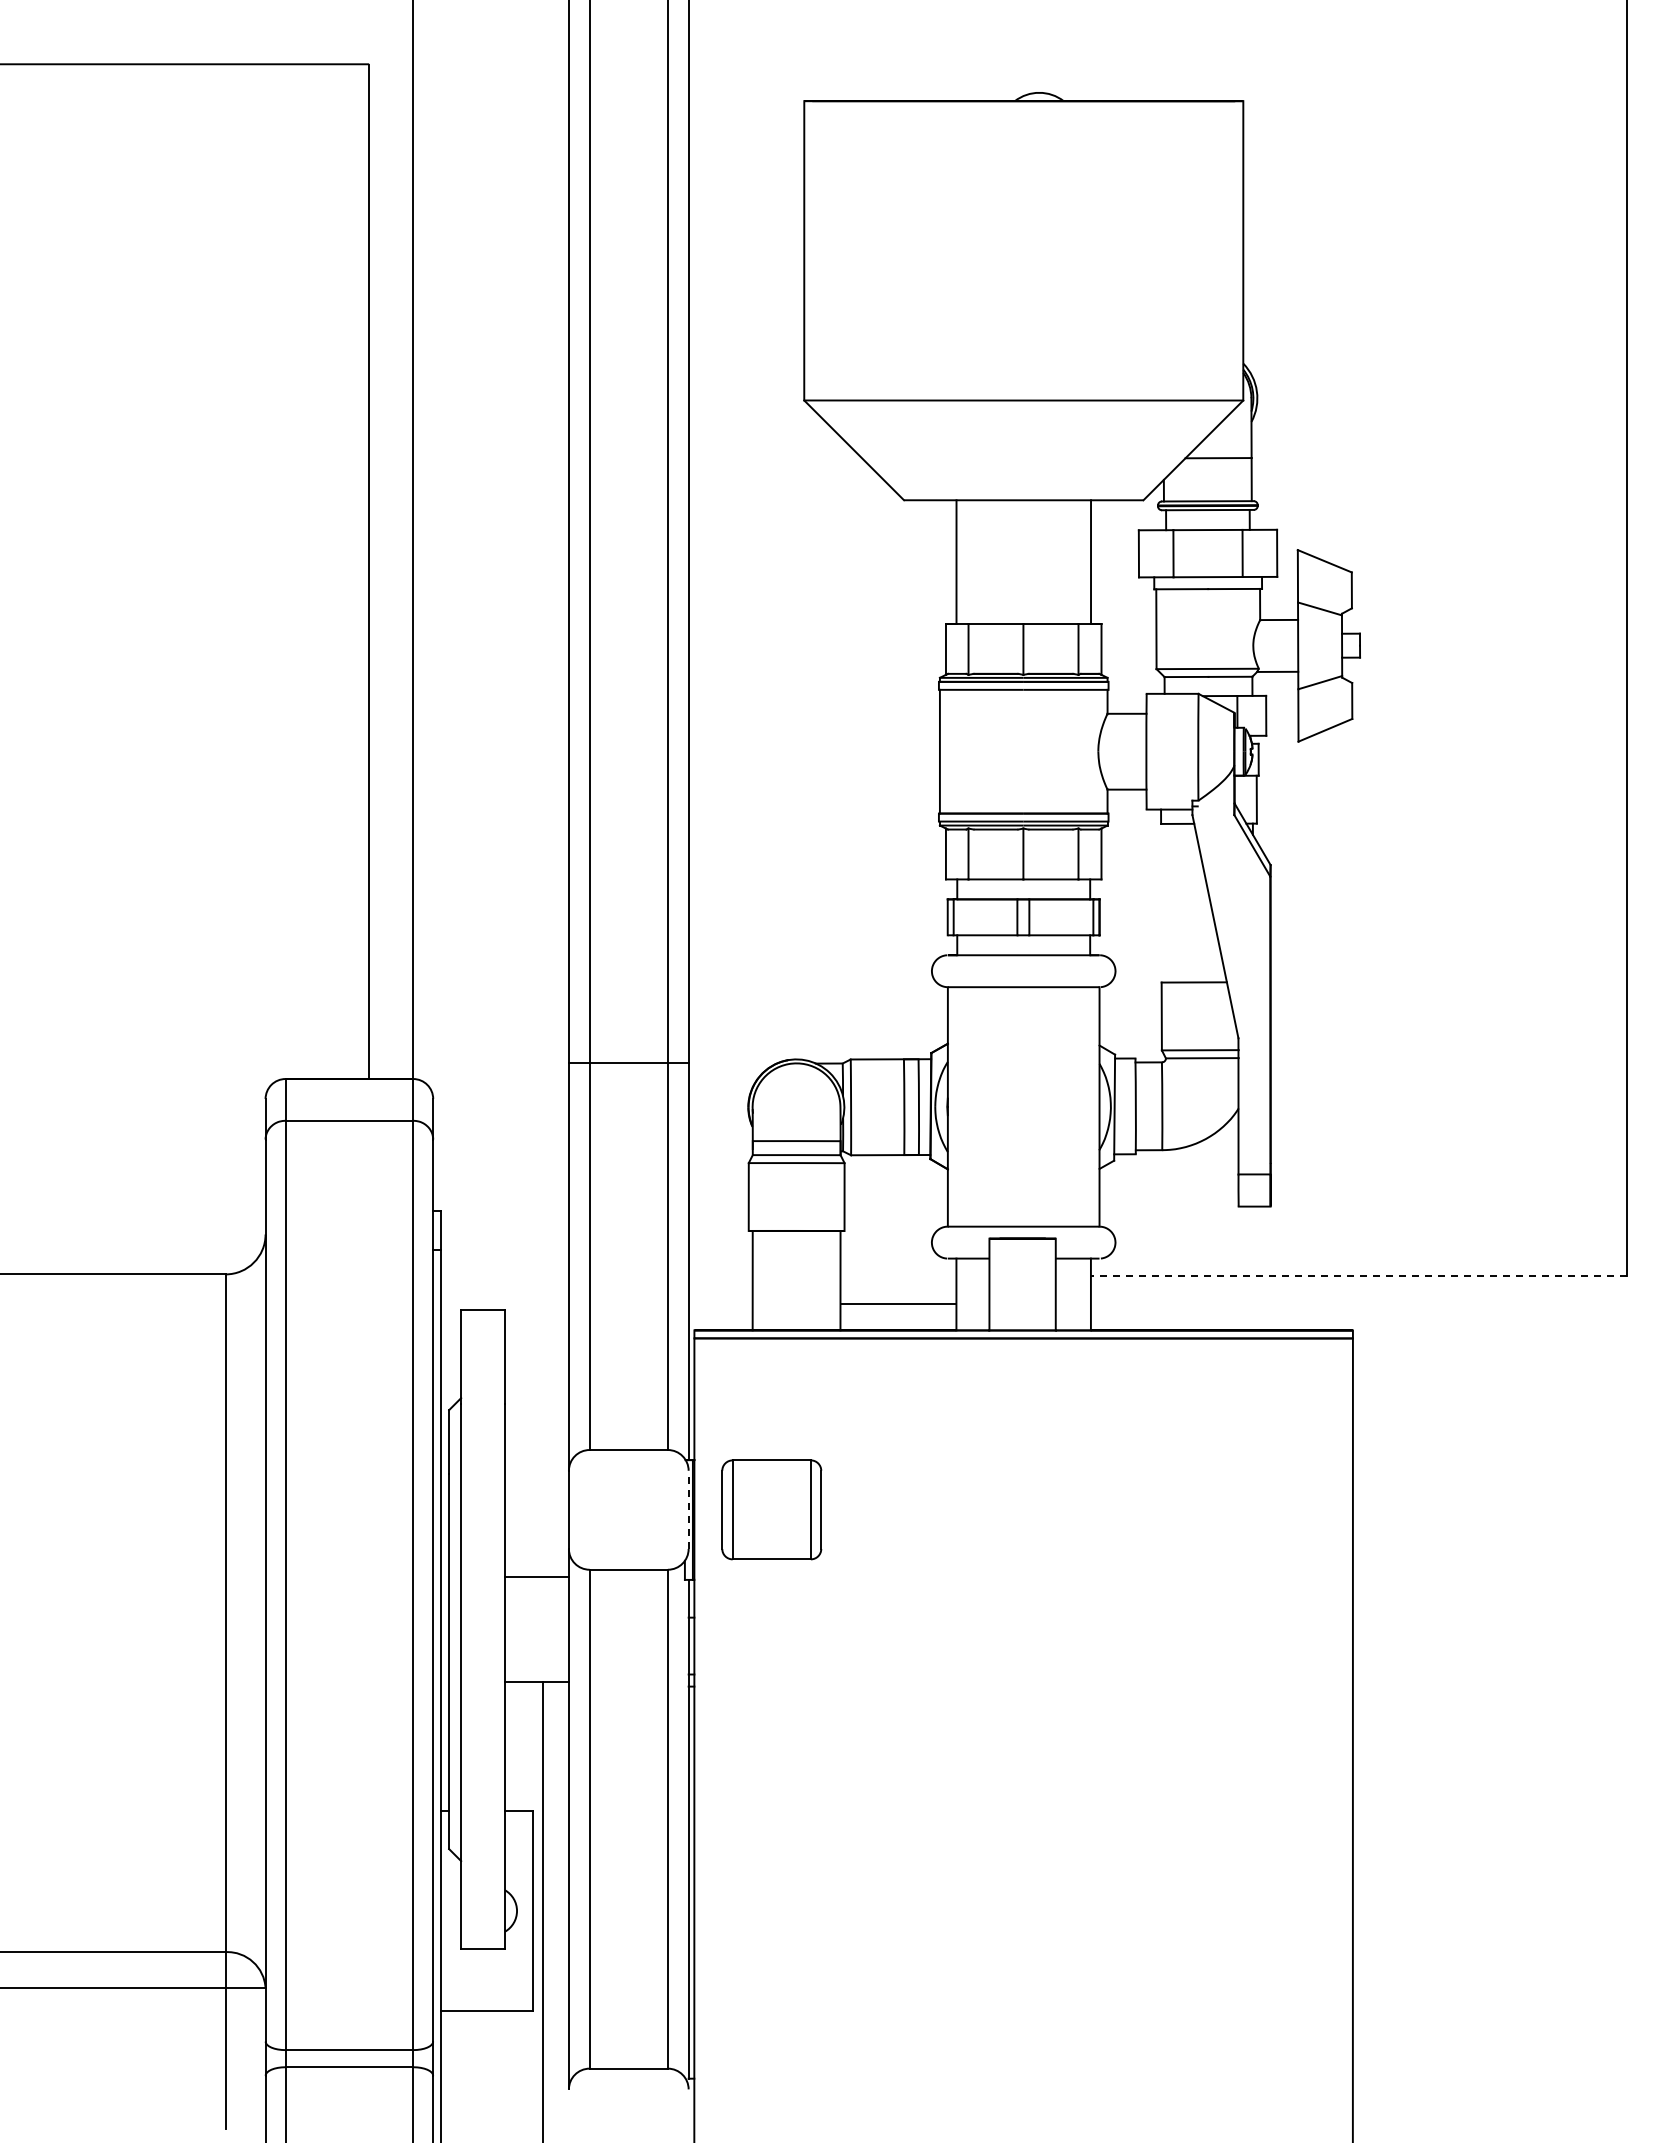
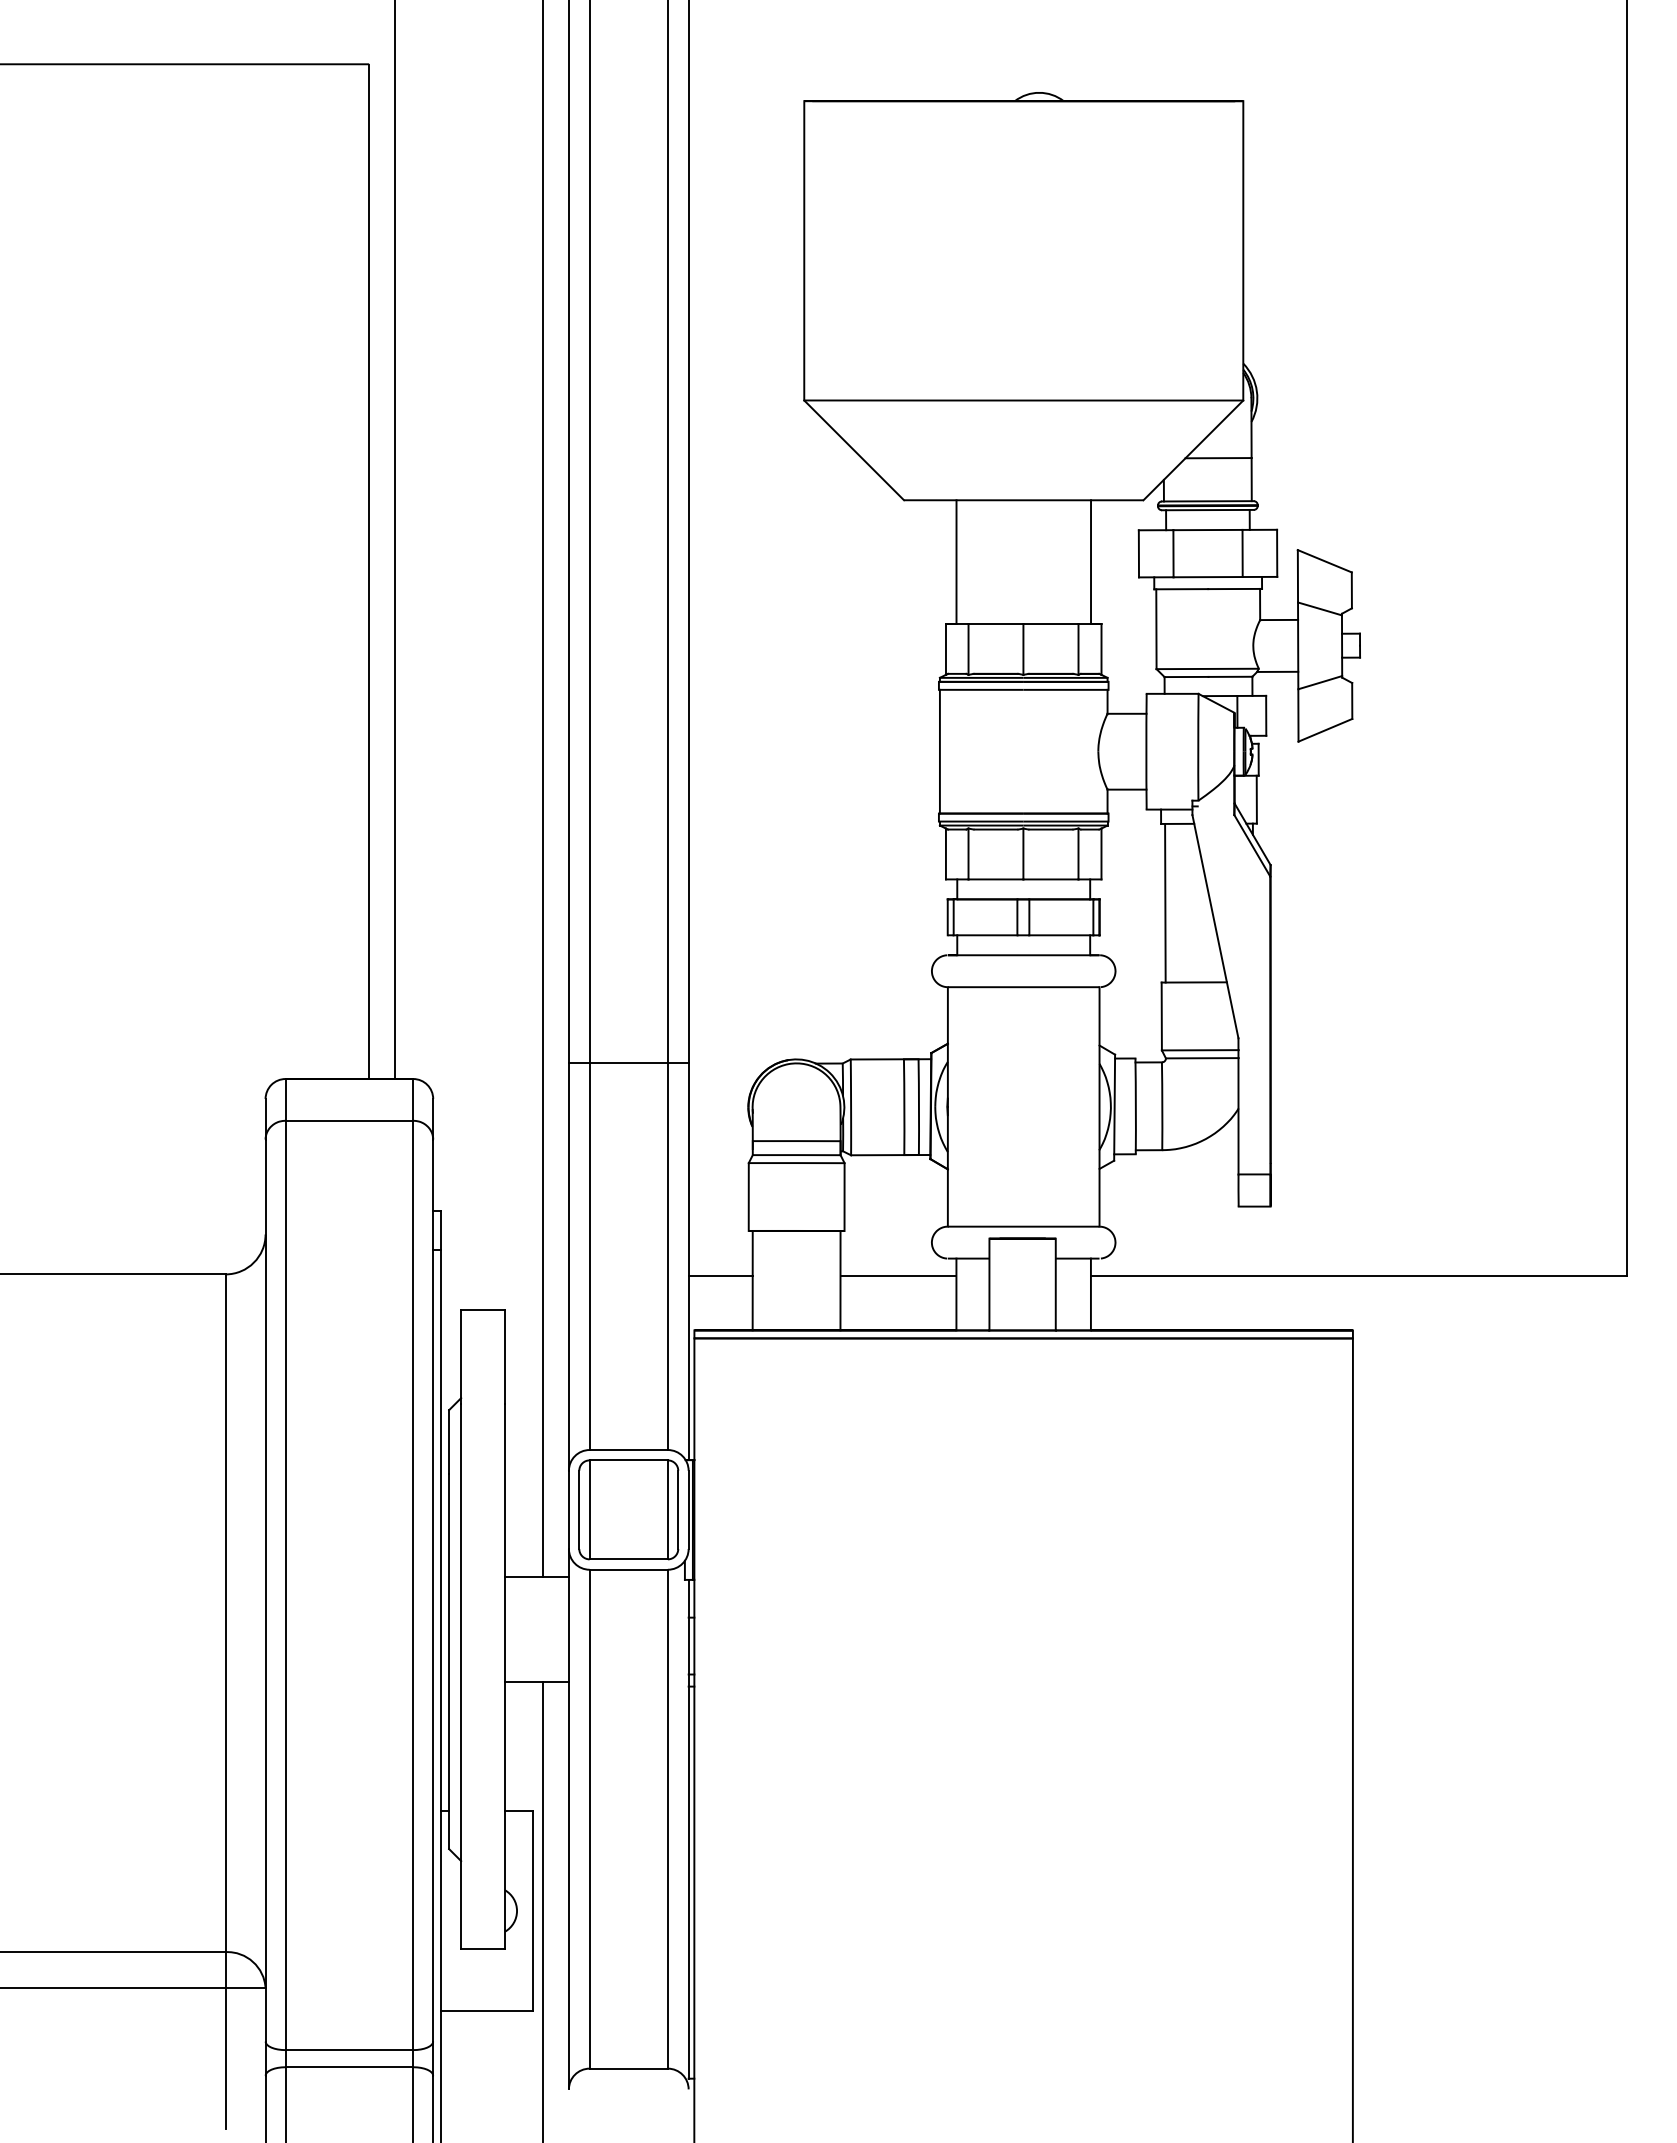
line at (412, 540) position: (412, 540) -> (394, 540)
line at (543, 789): none -> present
line at (1165, 902): none -> present
line at (720, 1276): none -> present
line at (1358, 1276): dashed -> solid
line at (898, 1304) position: (898, 1304) -> (898, 1276)
line at (688, 1509): dashed -> solid
part at (771, 1509) position: (771, 1509) -> (628, 1509)
